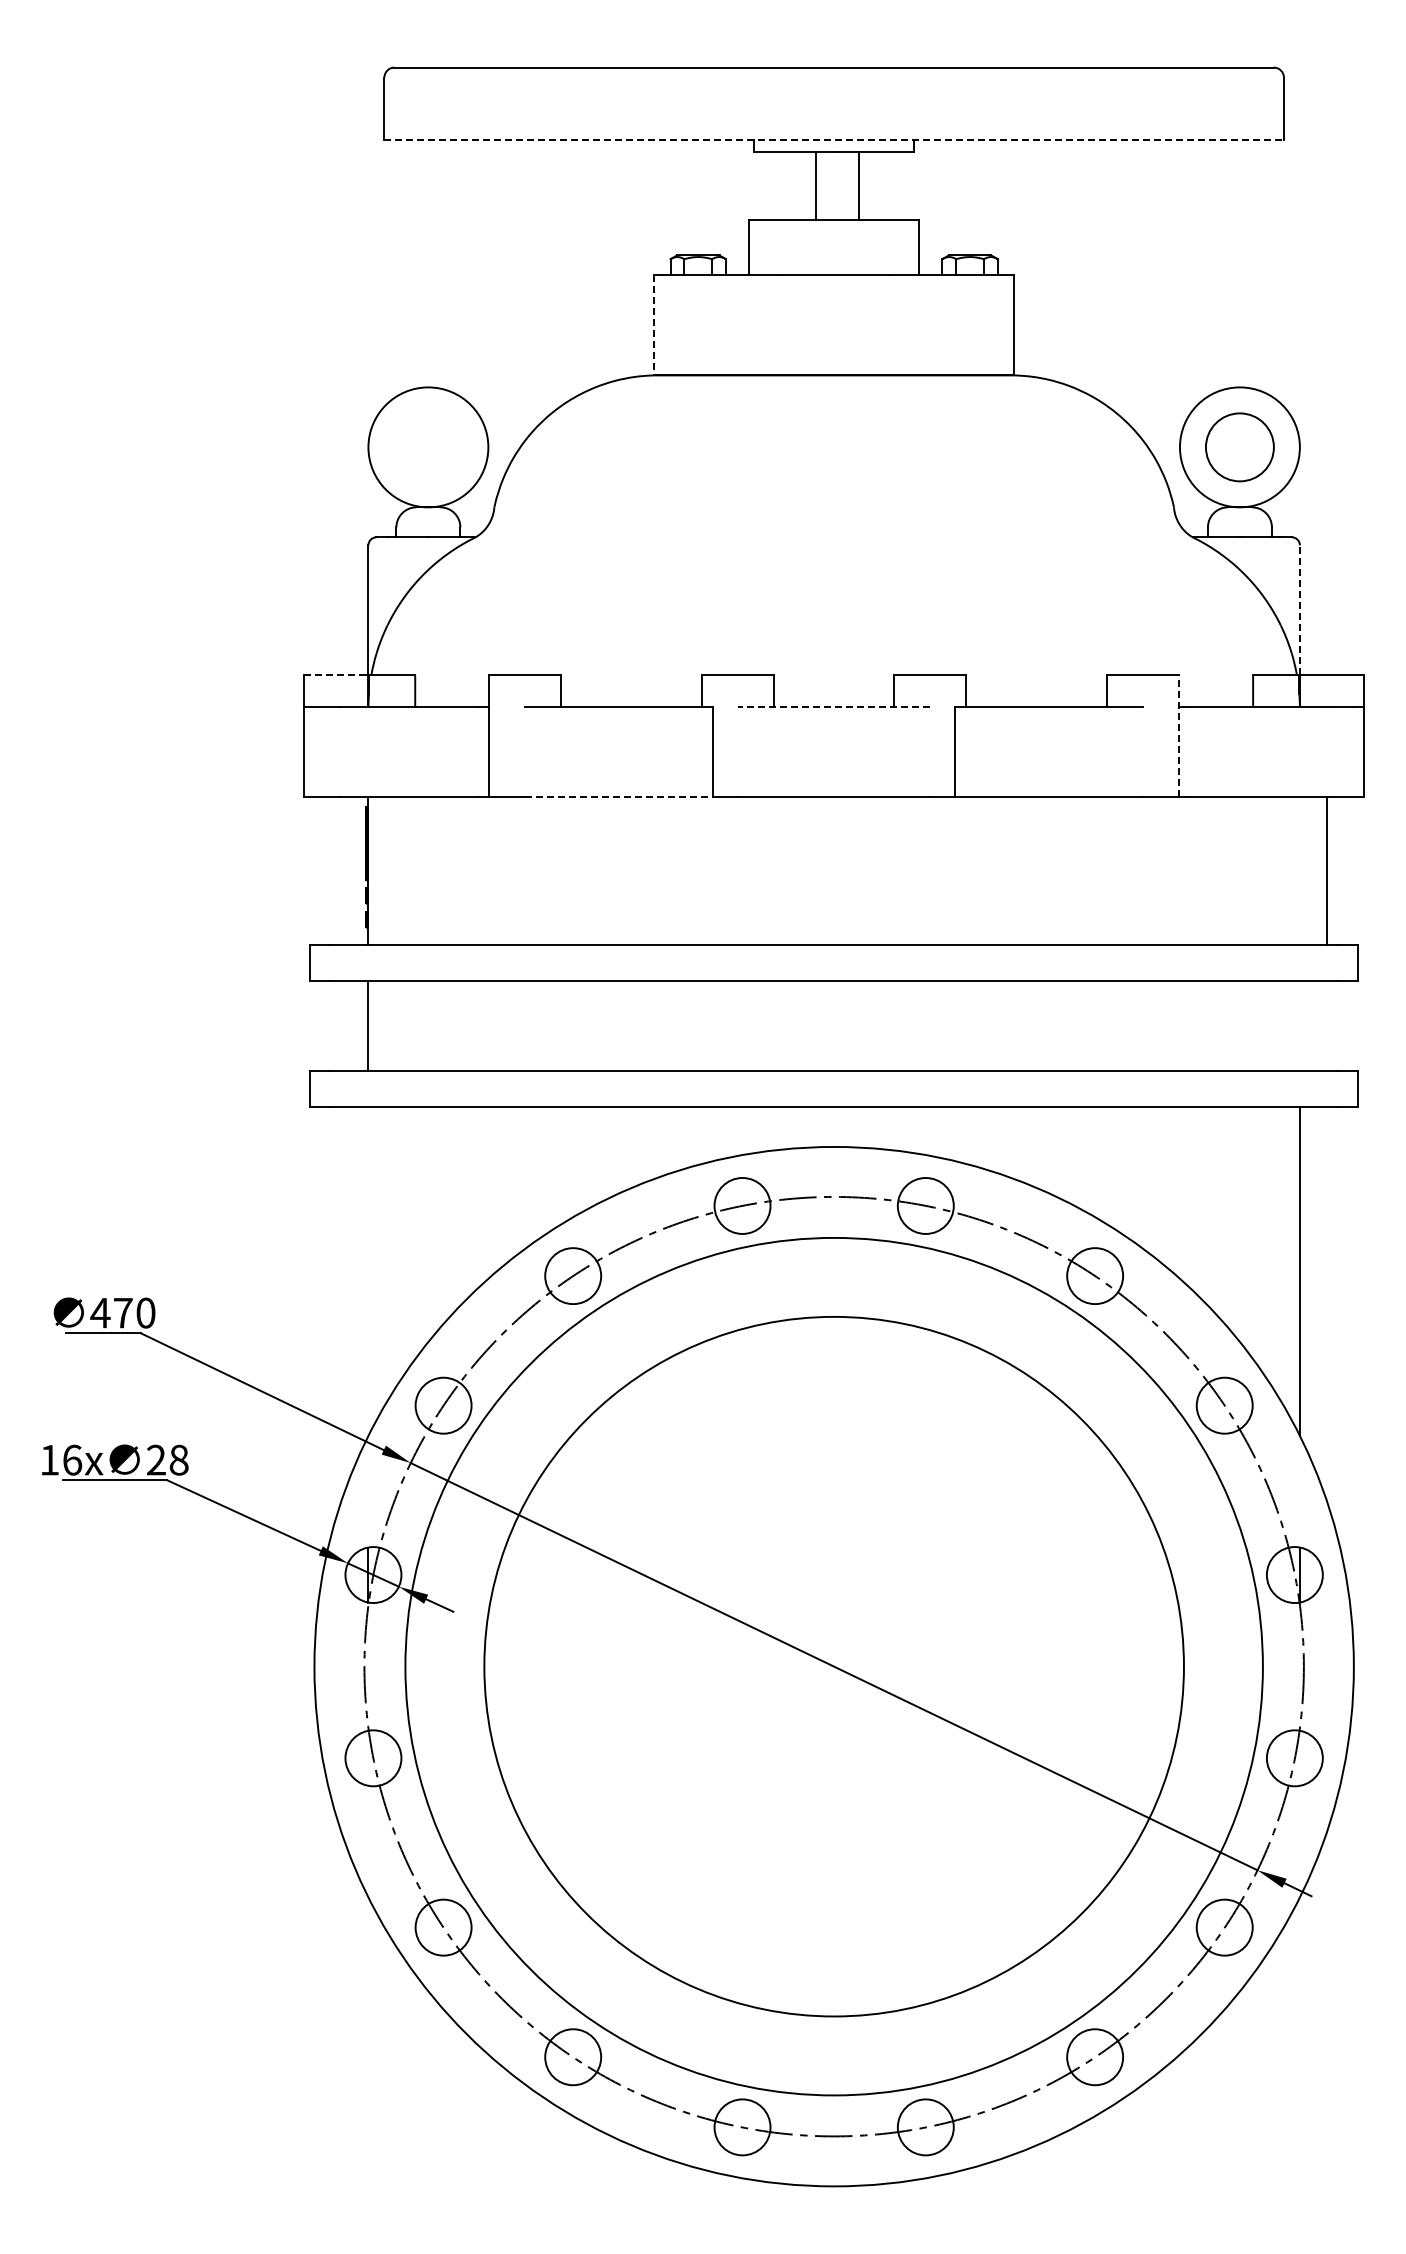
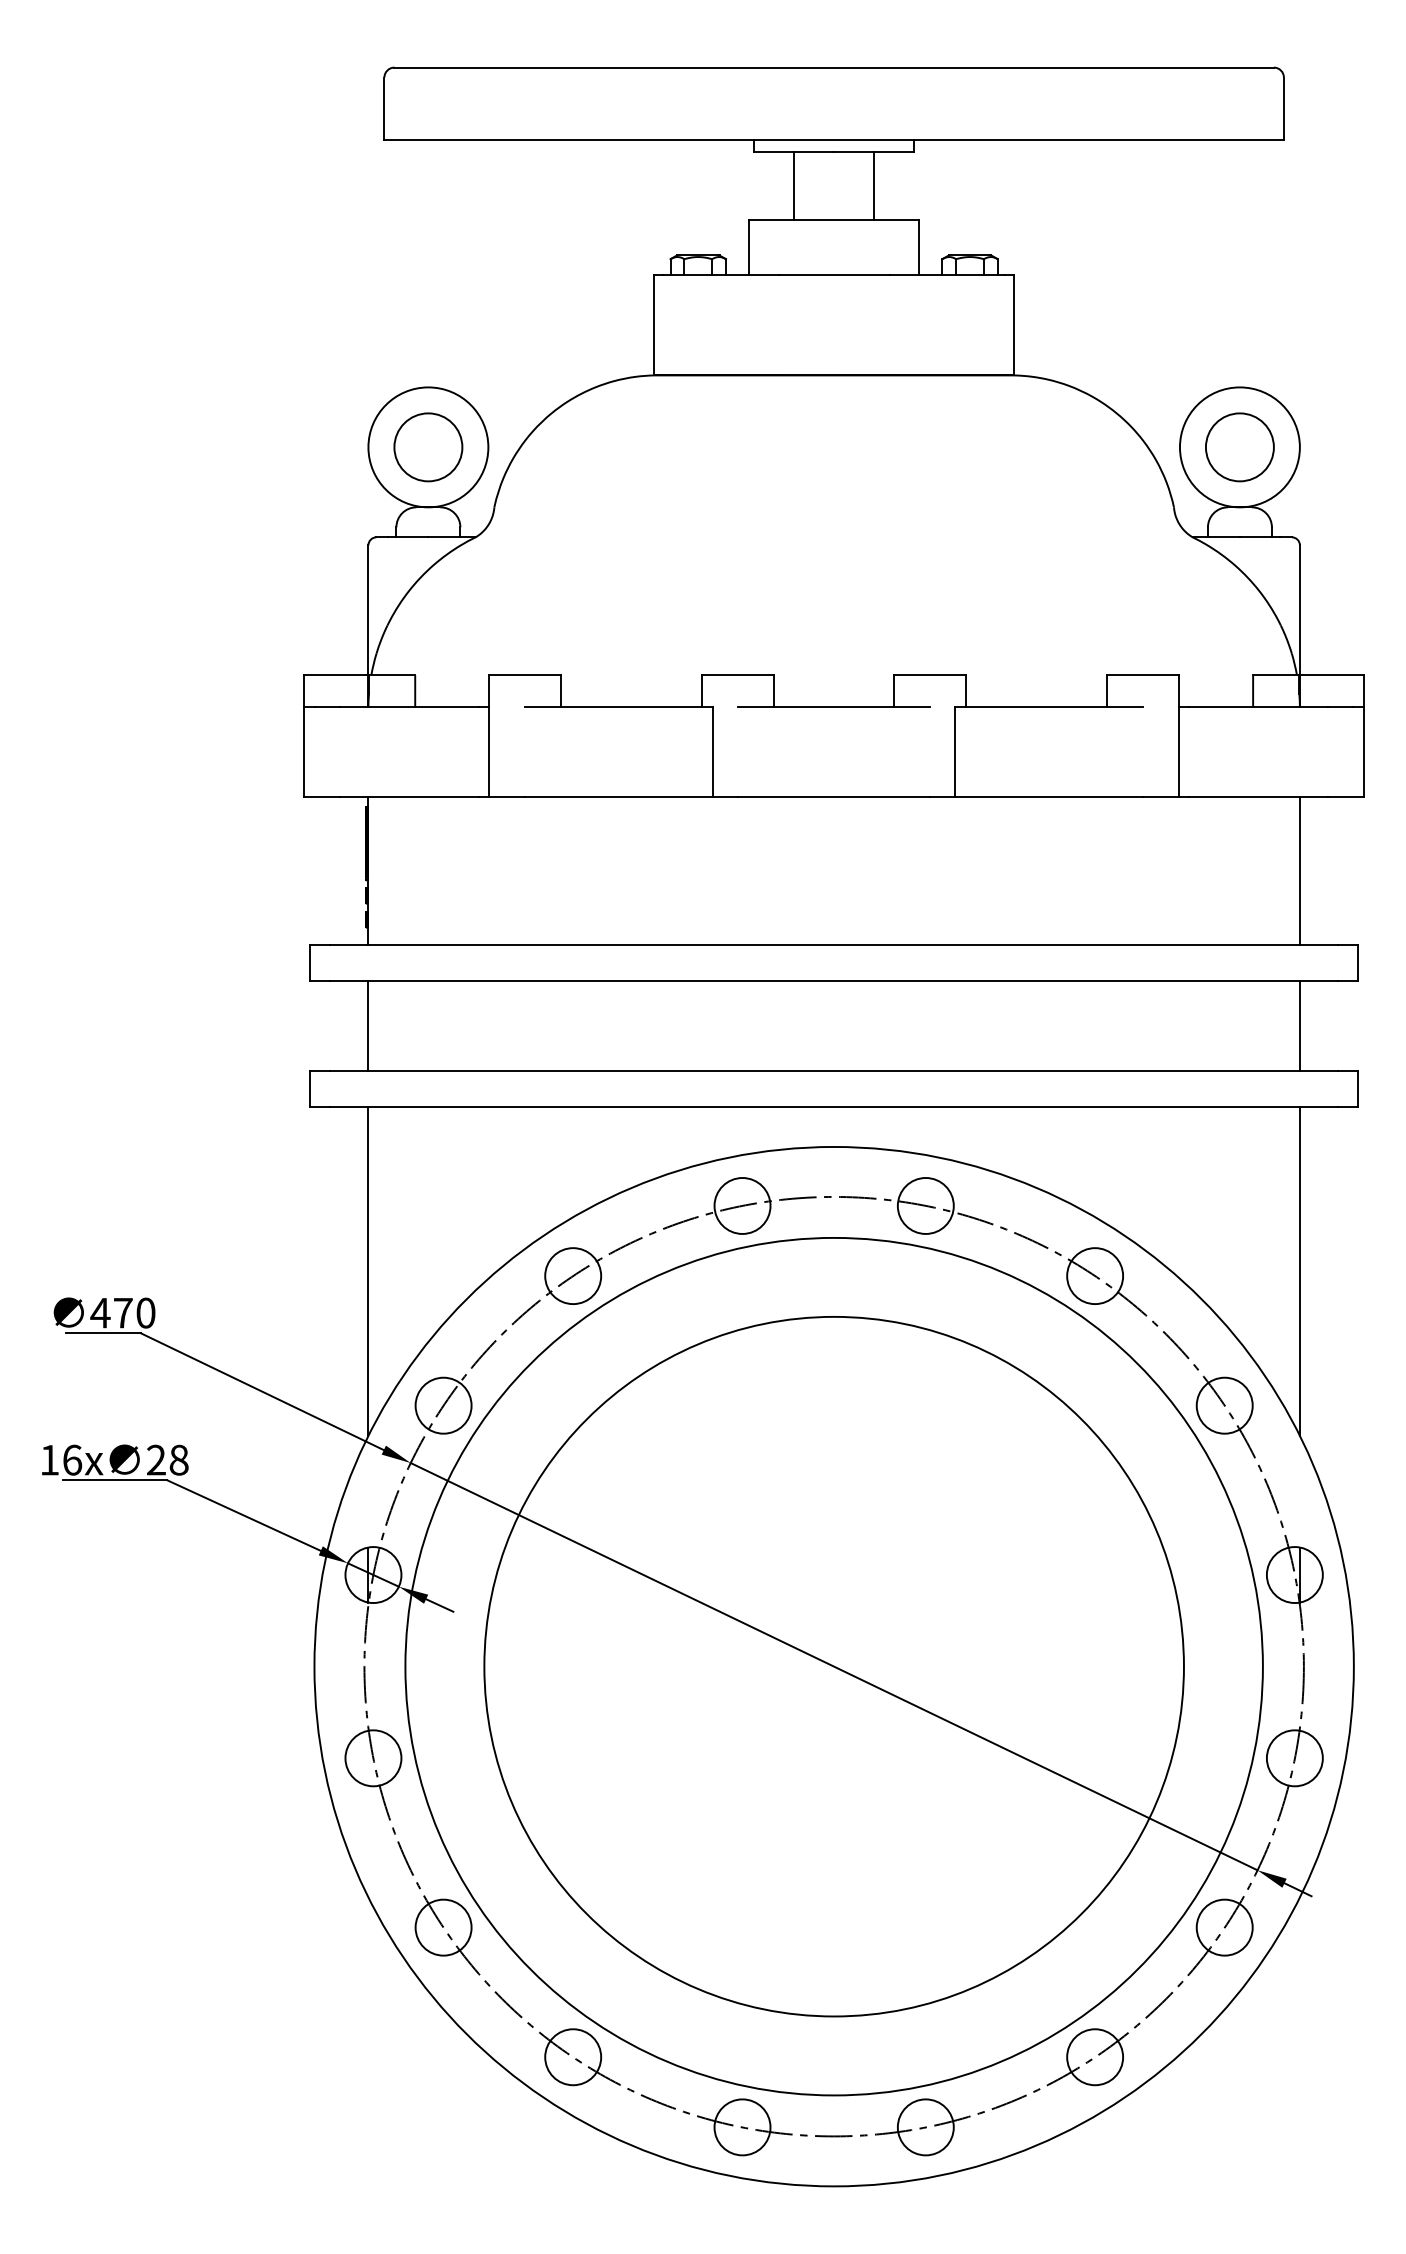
line at (834, 139): dashed -> solid
line at (816, 185) position: (816, 185) -> (794, 185)
line at (859, 185) position: (859, 185) -> (874, 185)
line at (654, 325): dashed -> solid
circle at (428, 447): none -> present
line at (1299, 610): dashed -> solid
line at (335, 675): dashed -> solid
line at (834, 707): dashed -> solid
line at (1178, 736): dashed -> solid
line at (619, 797): dashed -> solid
line at (1326, 871) position: (1326, 871) -> (1299, 871)
line at (1299, 1026): none -> present
line at (368, 1271): none -> present
